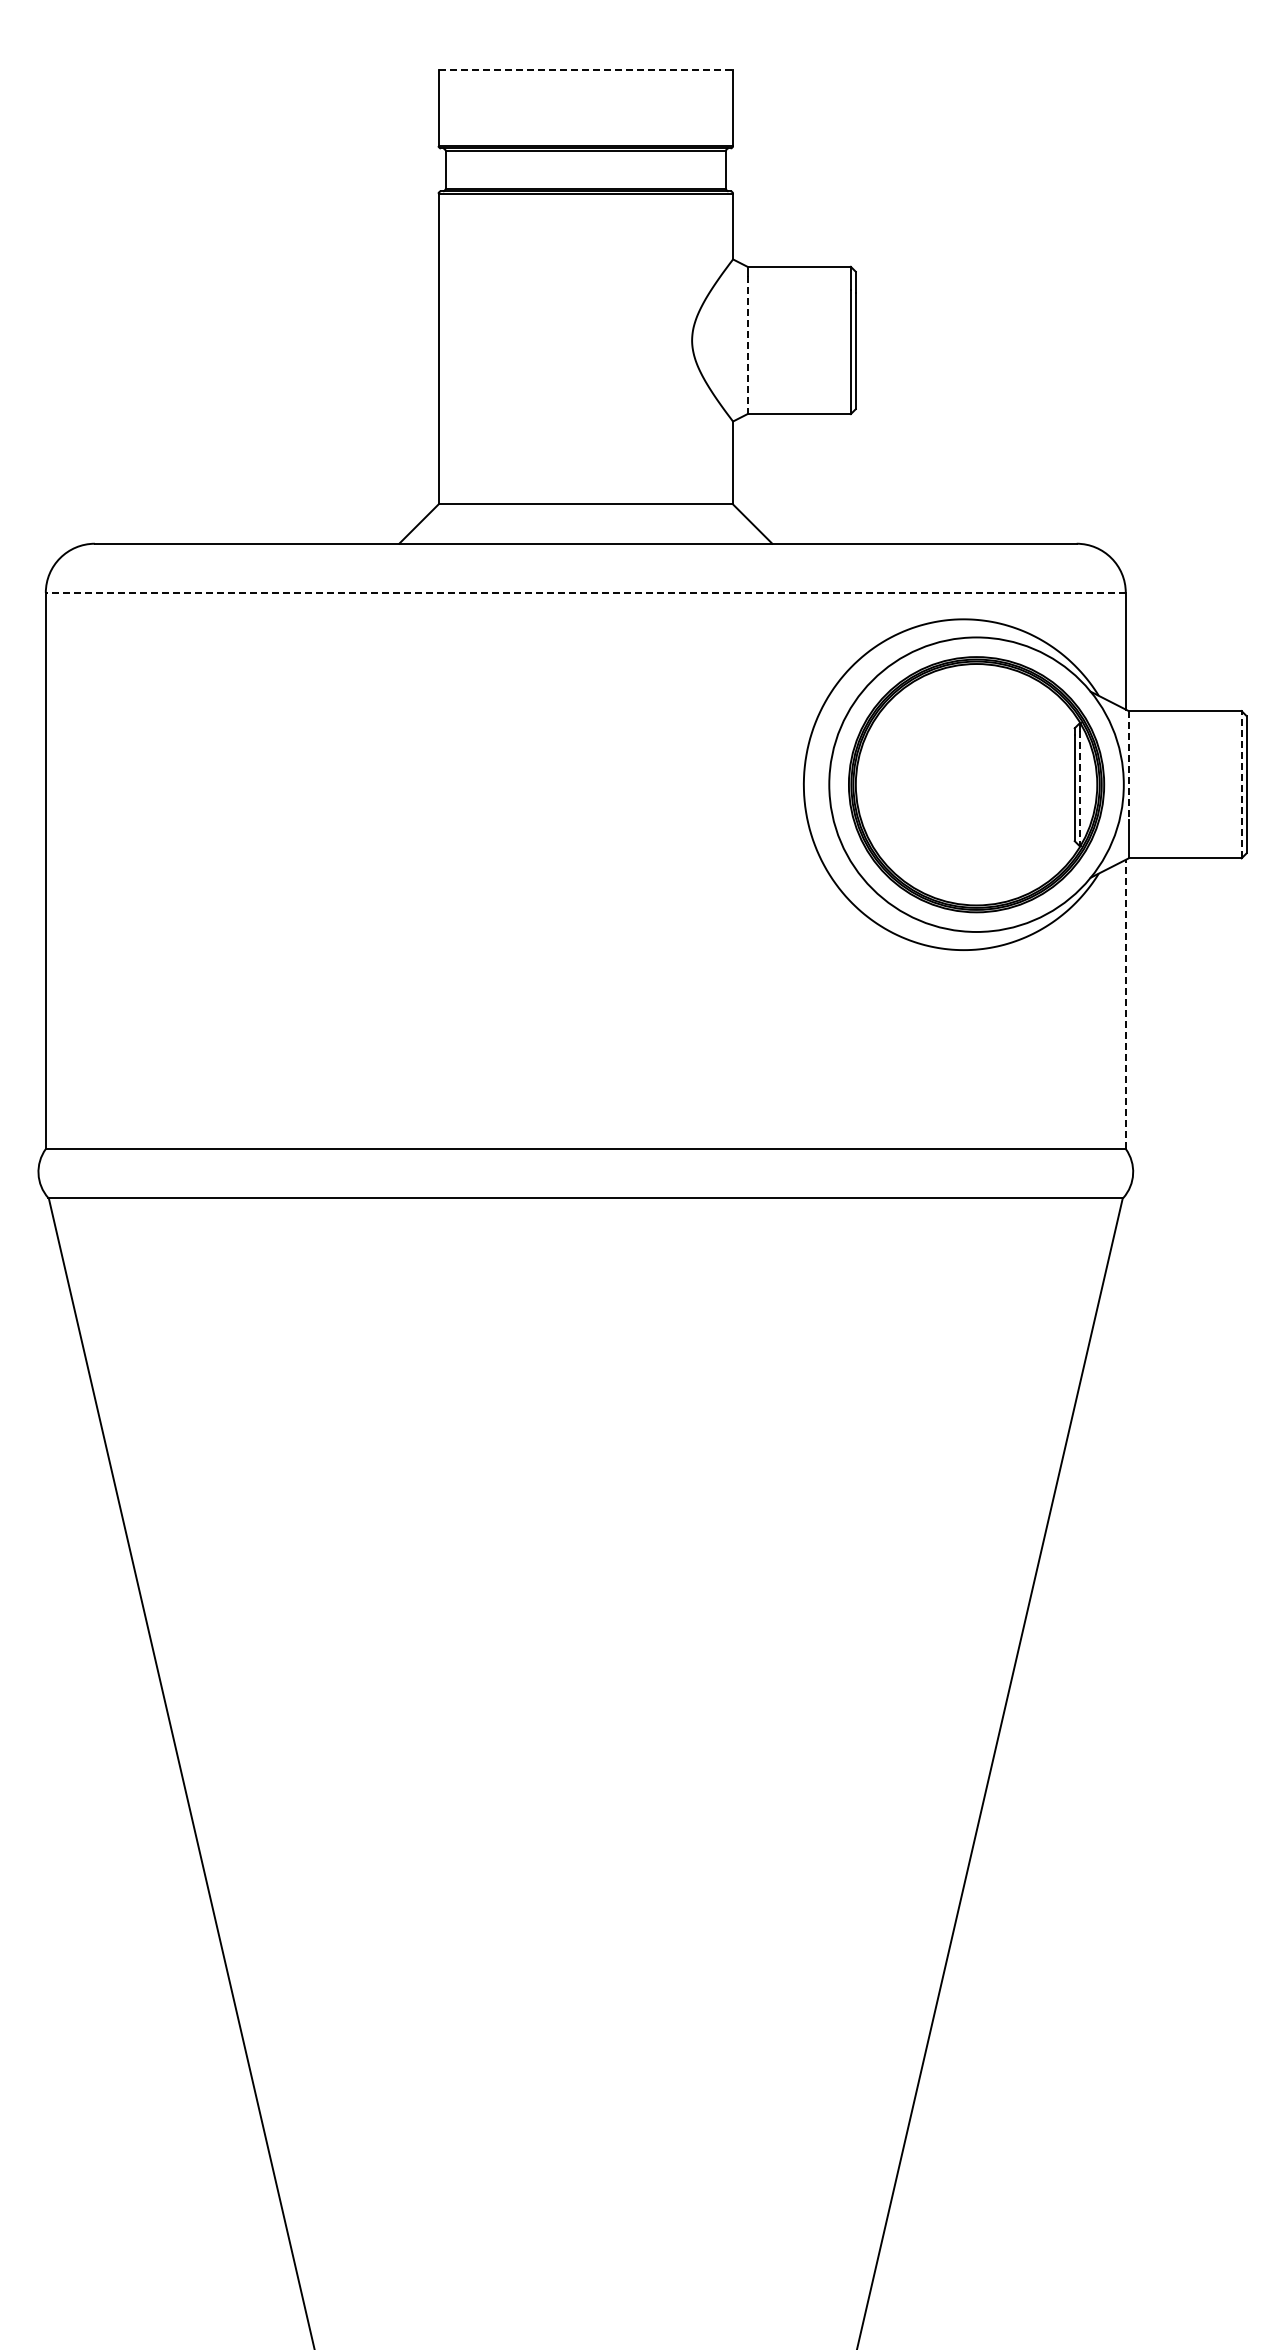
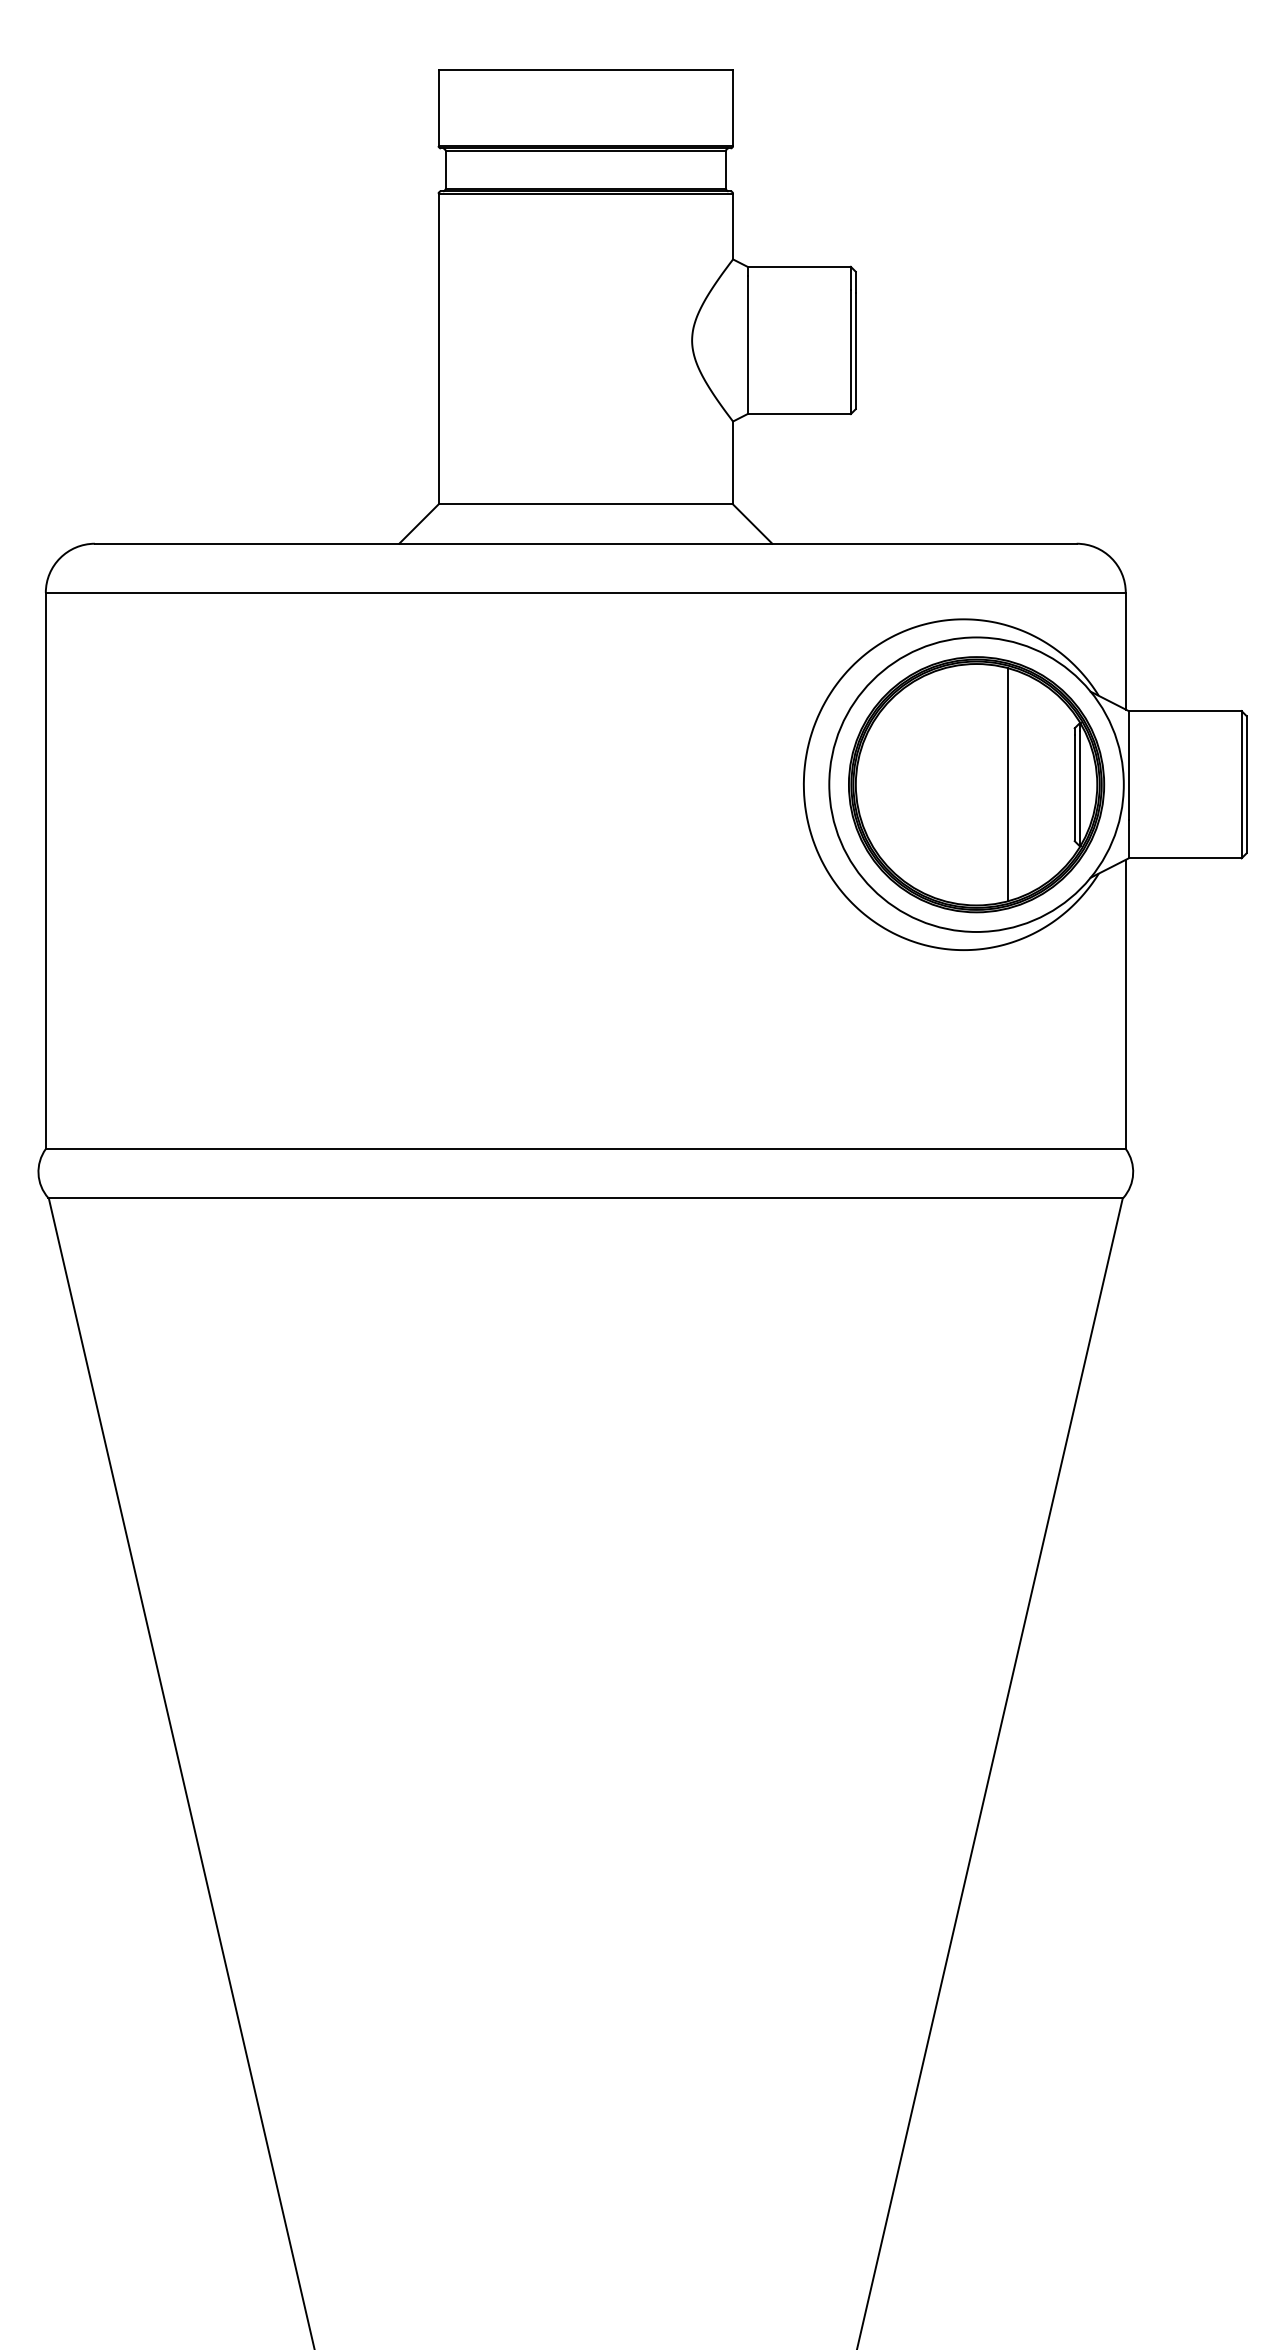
line at (586, 70): dashed -> solid
line at (747, 345): dashed -> solid
line at (585, 592): dashed -> solid
line at (1128, 765): dashed -> solid
line at (1008, 784): none -> present
line at (1241, 784): dashed -> solid
line at (1079, 788): dashed -> solid
line at (1125, 1004): dashed -> solid
